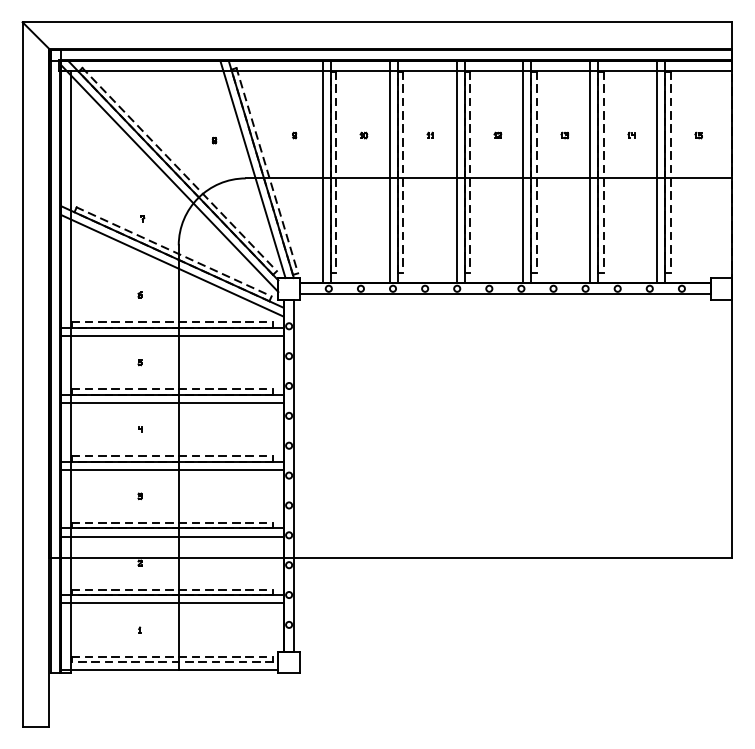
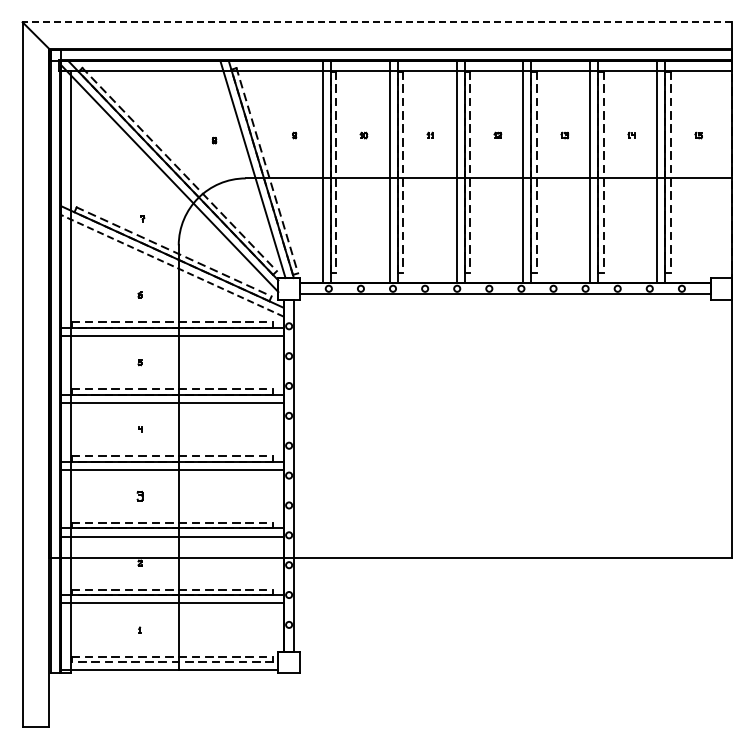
line at (377, 22): solid -> dashed
line at (172, 265): solid -> dashed
part at (139, 496) size: 6x9 px -> 8x12 px
